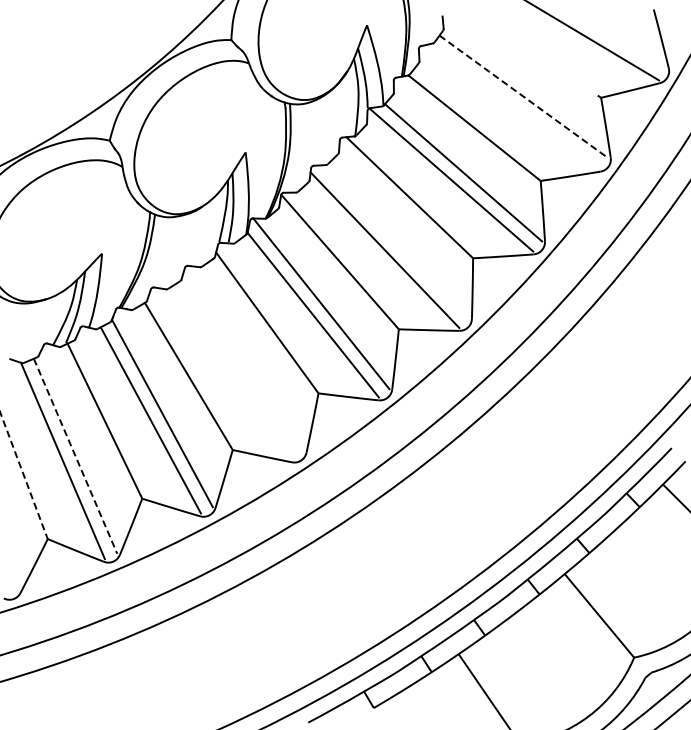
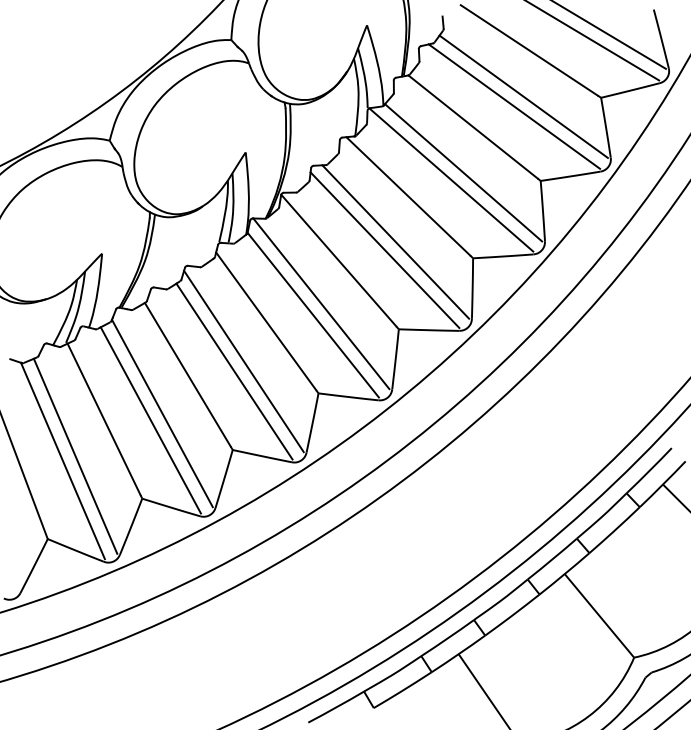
line at (609, 35): none -> present
line at (528, 50): none -> present
line at (524, 97): dashed -> solid
line at (514, 106): none -> present
line at (395, 241): none -> present
line at (243, 361): none -> present
line at (234, 371): none -> present
line at (75, 456): dashed -> solid
line at (23, 475): dashed -> solid
